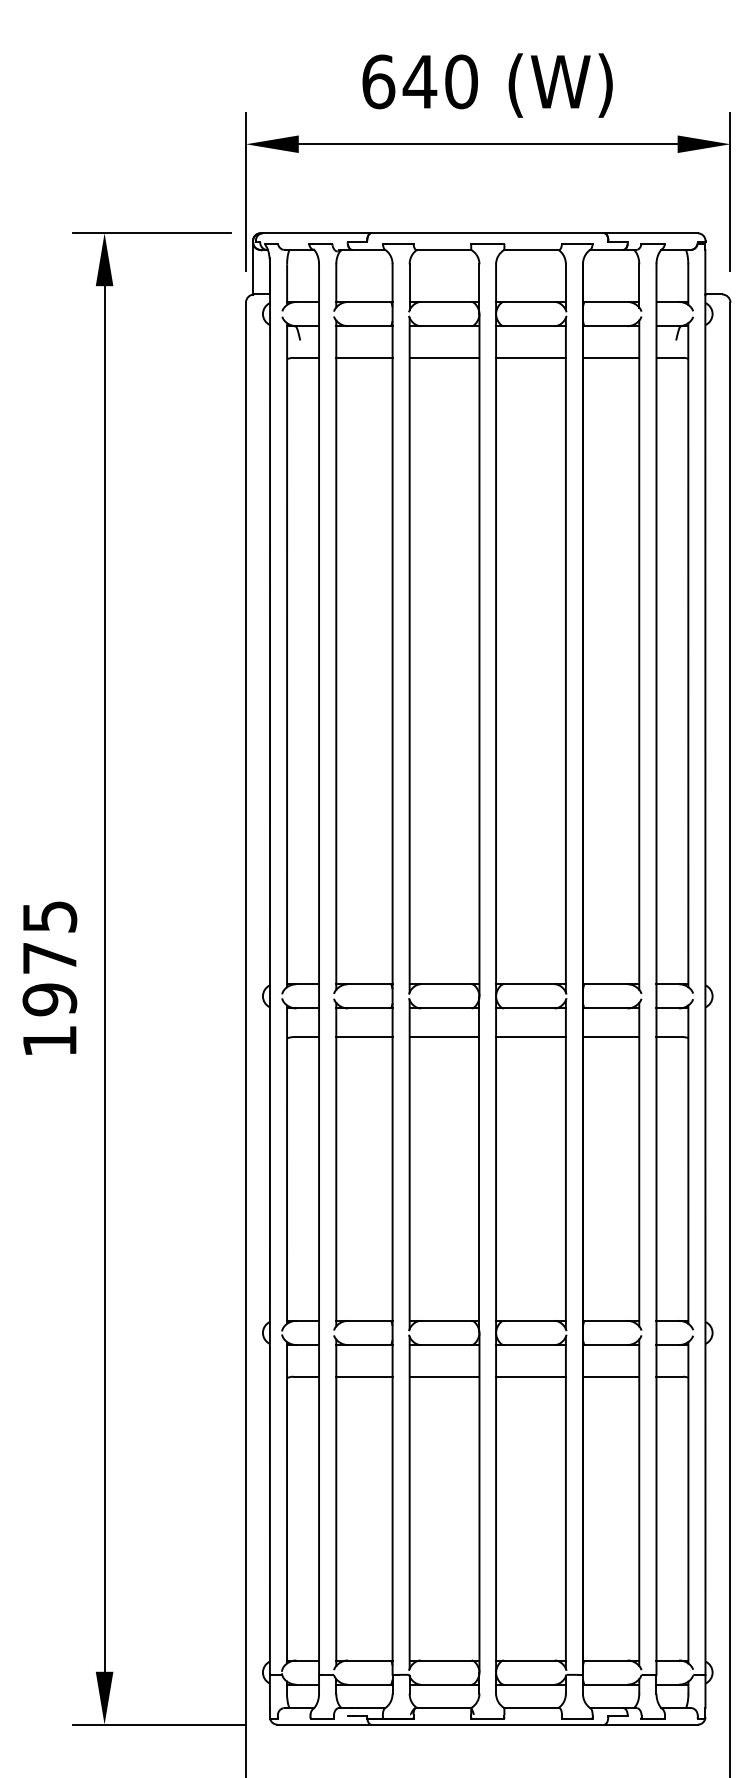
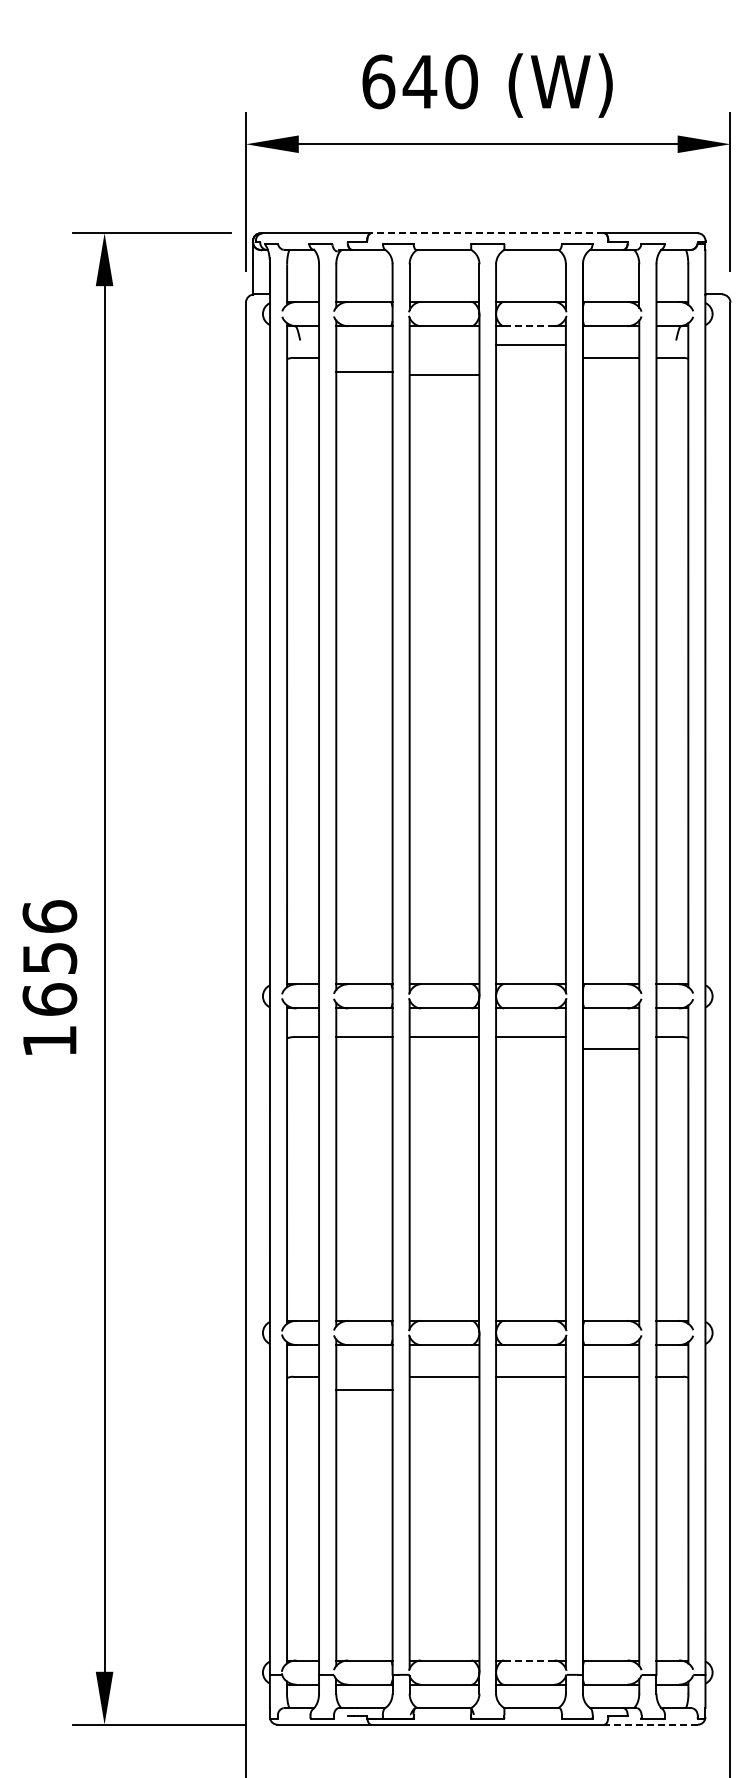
line at (487, 233): solid -> dashed
line at (529, 326): solid -> dashed
line at (364, 357) position: (364, 357) -> (364, 371)
line at (444, 357) position: (444, 357) -> (444, 374)
line at (530, 357) position: (530, 357) -> (530, 344)
text at (49, 958): 1975 -> 1656
line at (610, 1037) position: (610, 1037) -> (610, 1049)
line at (364, 1376) position: (364, 1376) -> (364, 1389)
line at (529, 1660): solid -> dashed
line at (651, 1724): solid -> dashed
